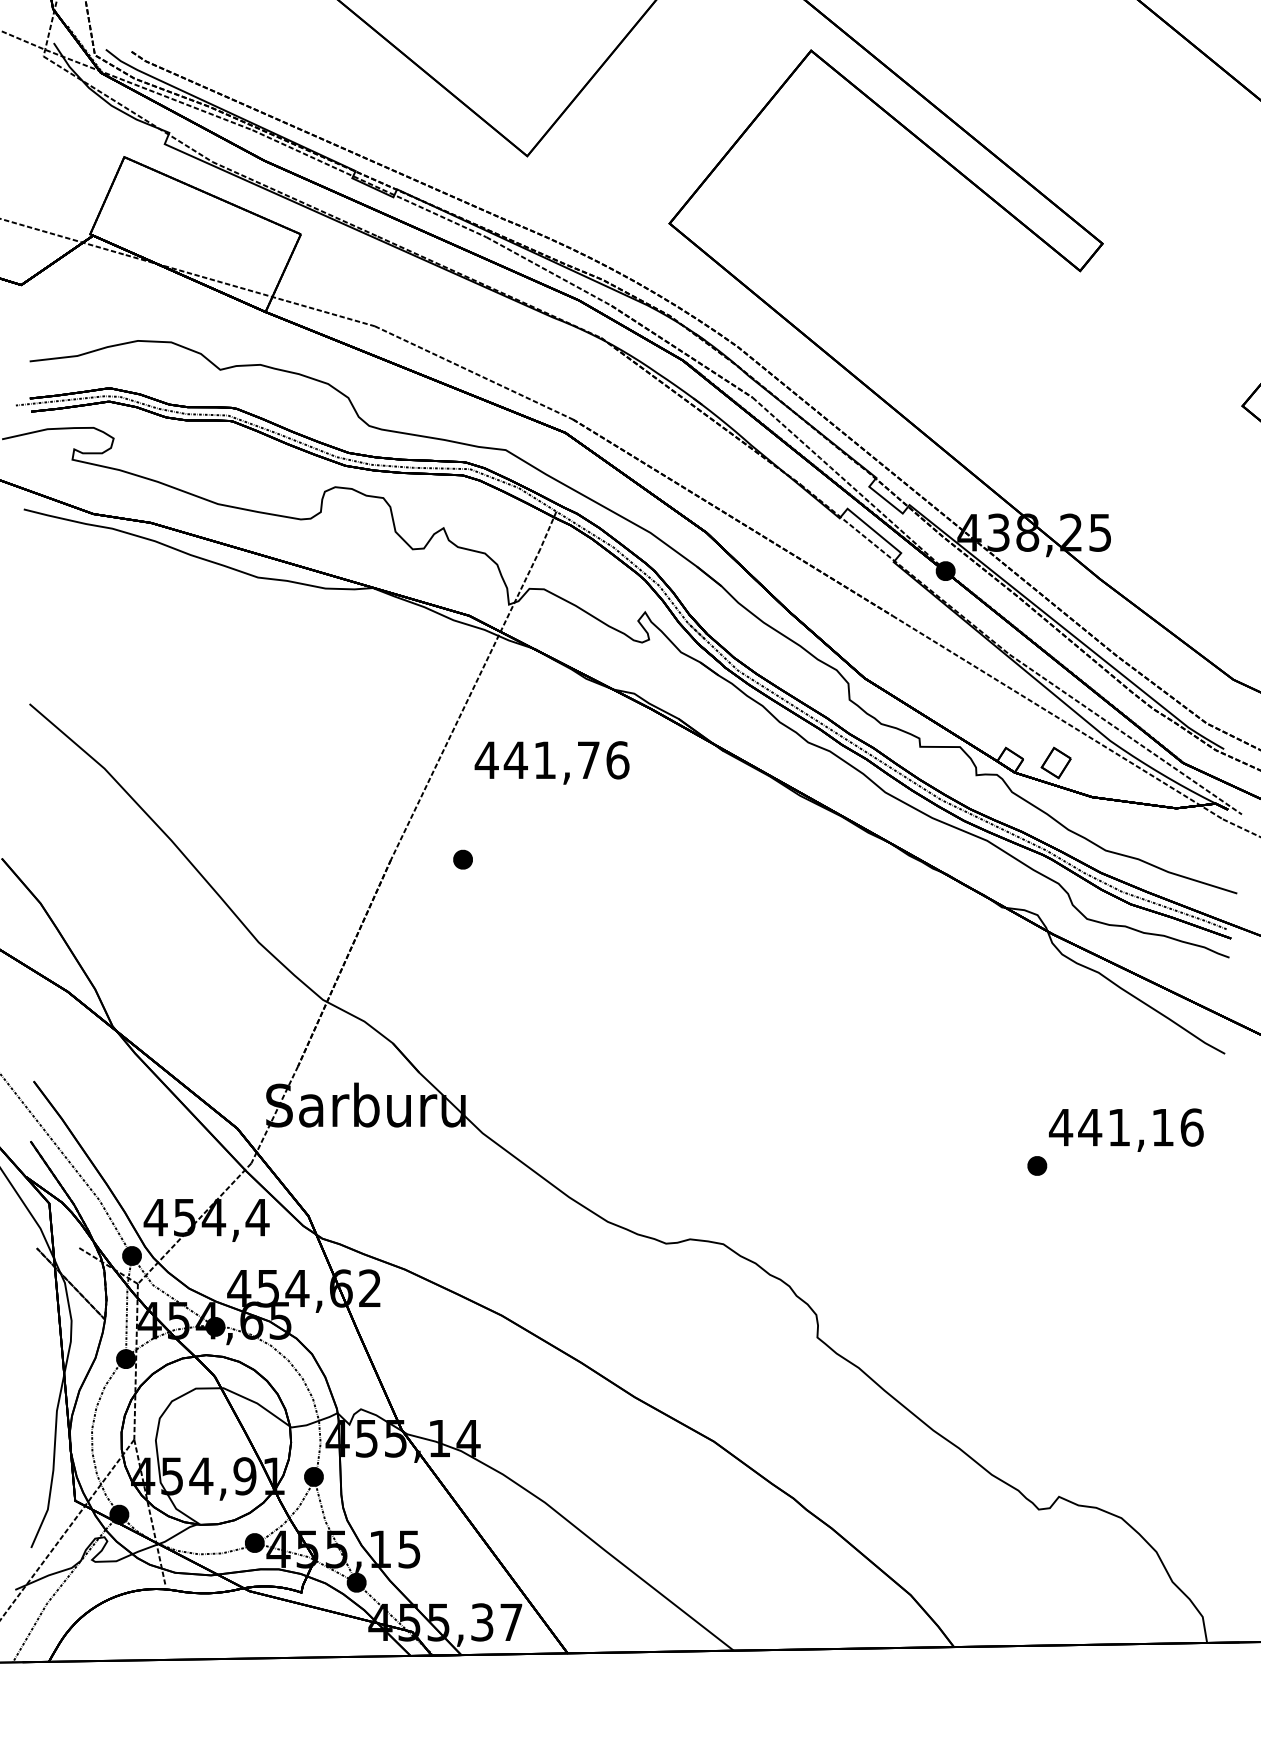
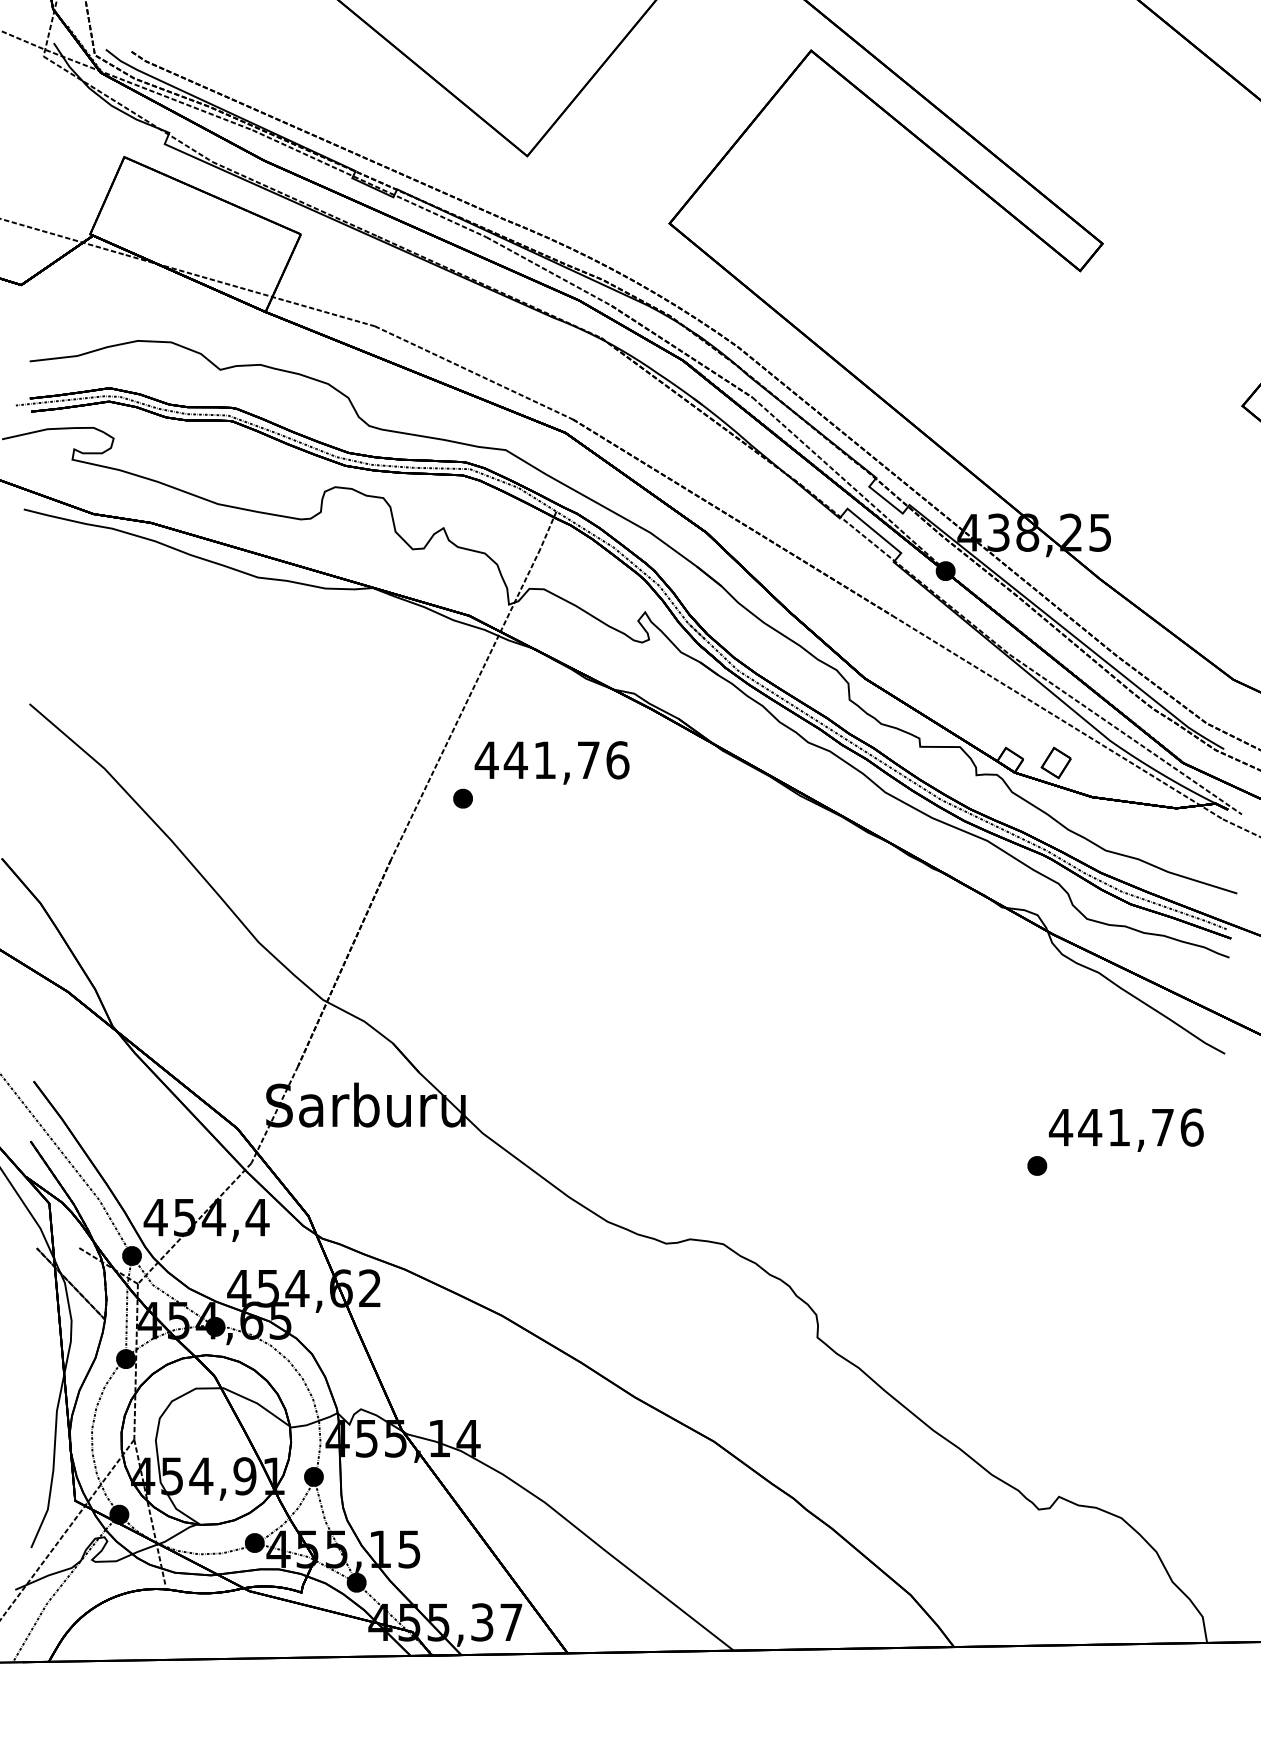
part at (462, 859) position: (462, 859) -> (462, 798)
text at (1162, 1127): 441,16 -> 441,76
